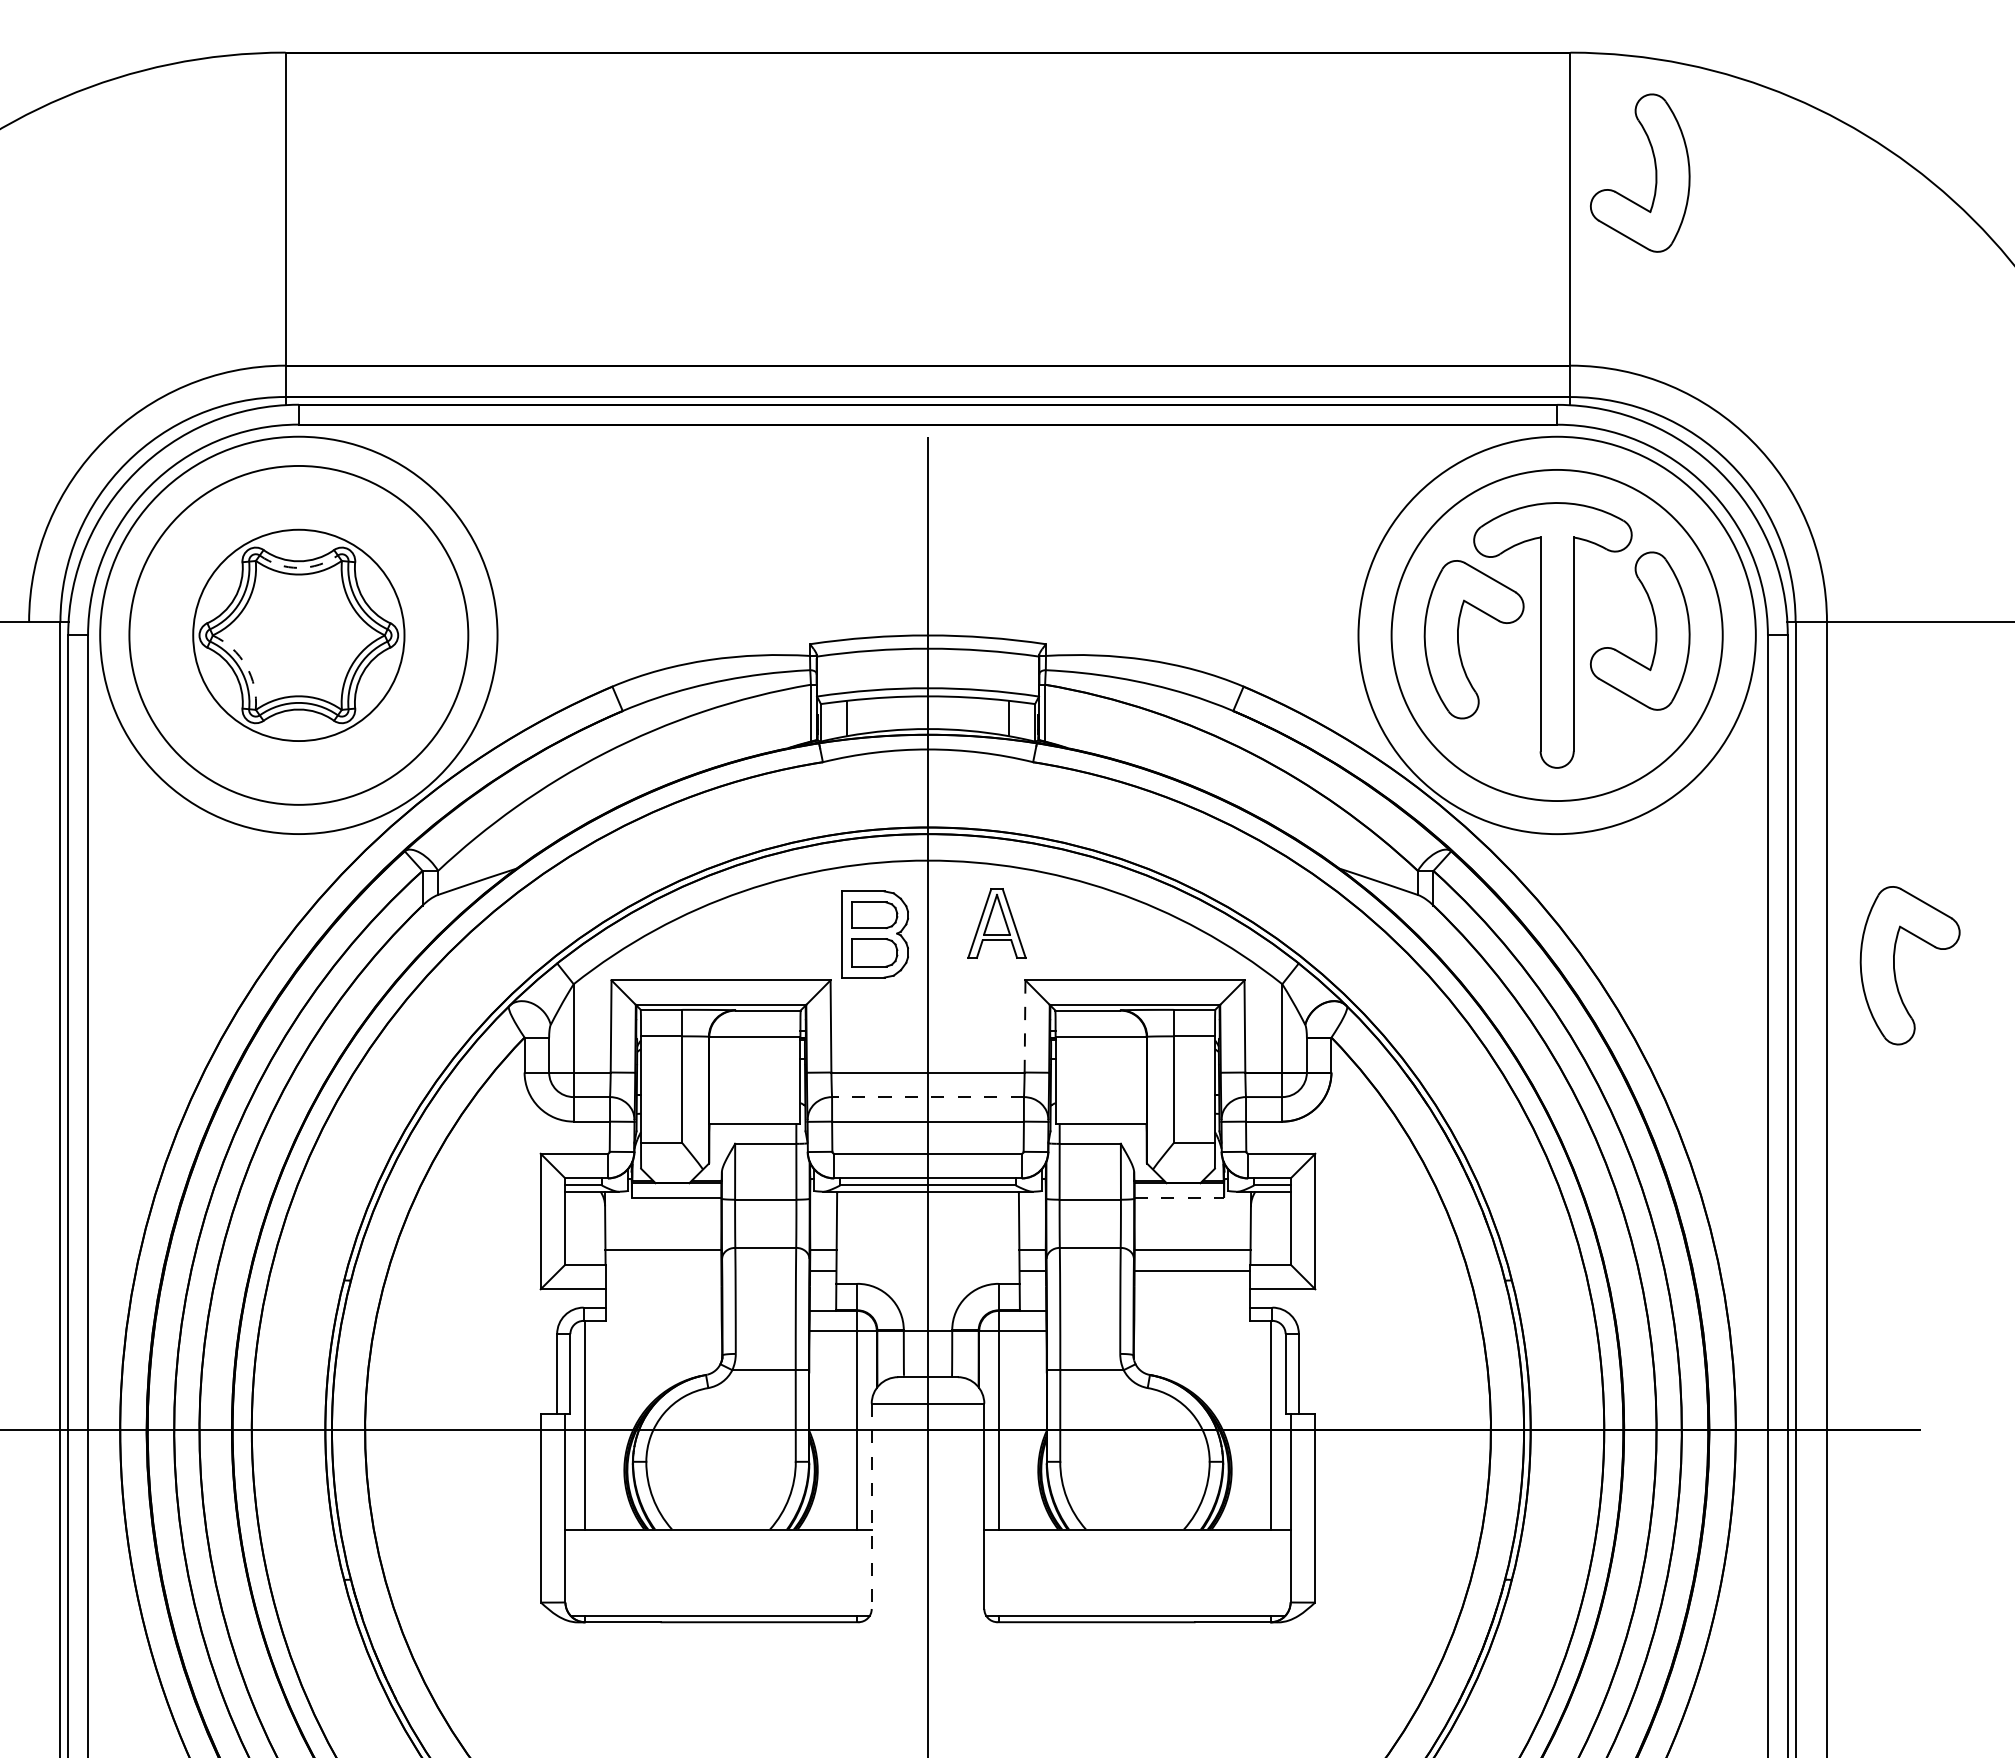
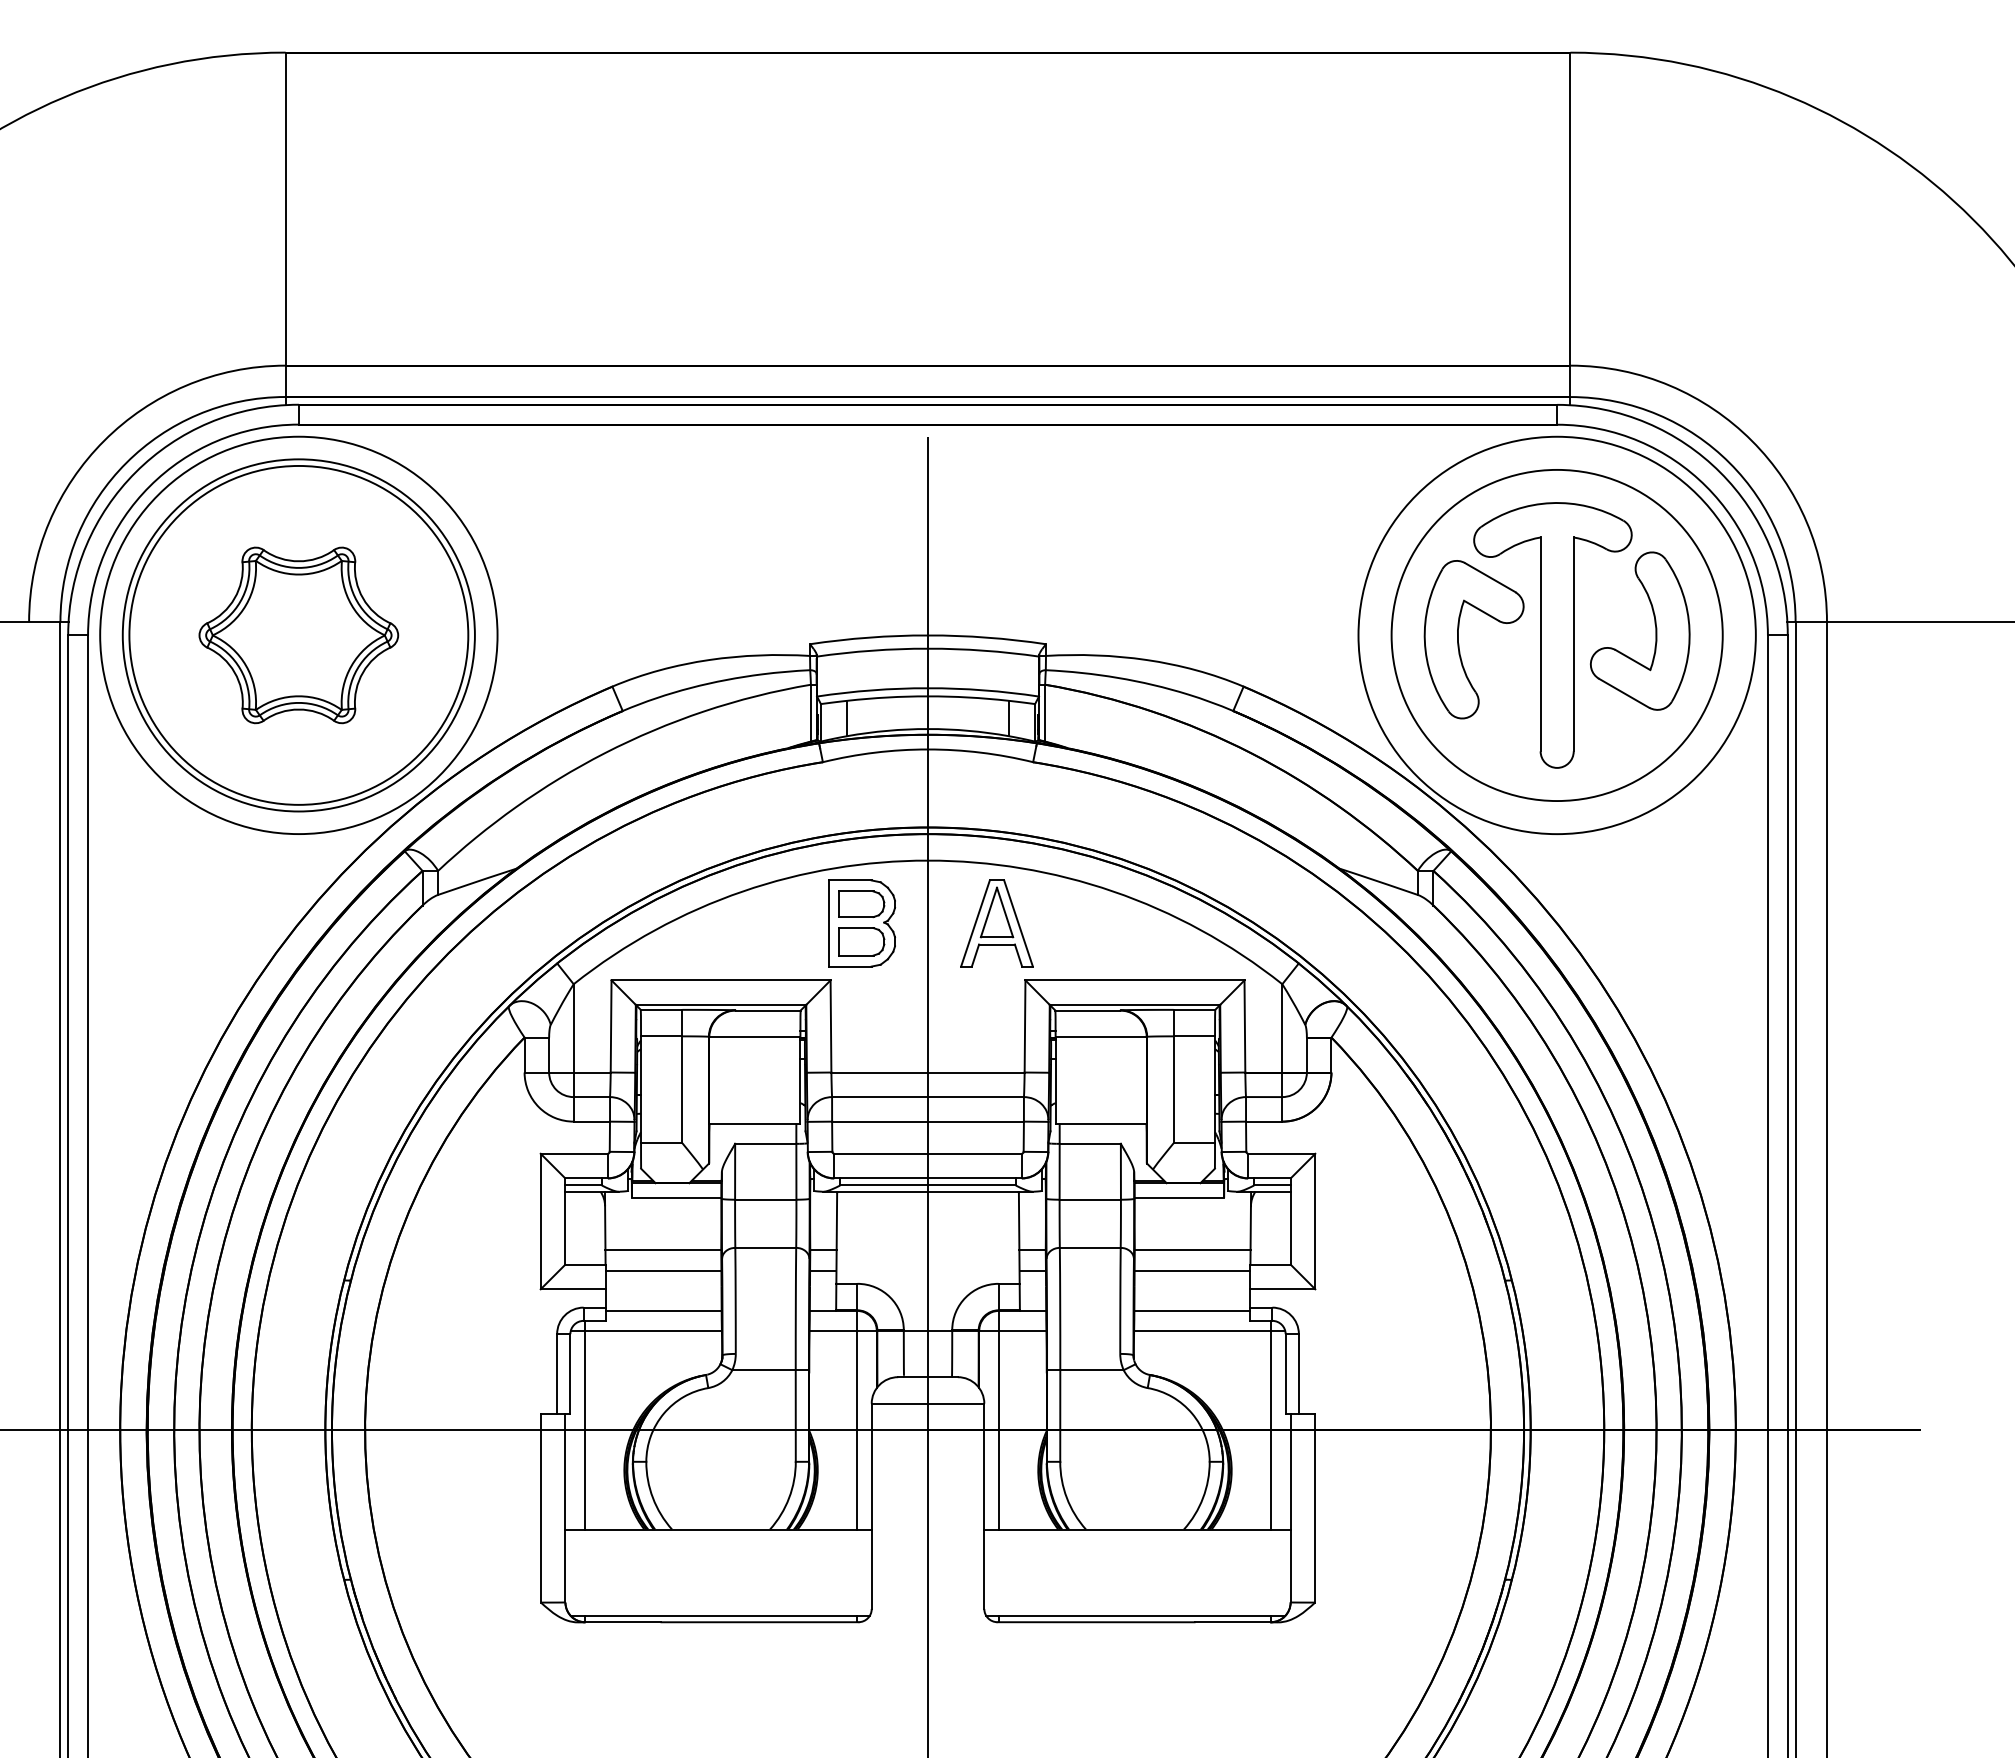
part at (1655, 172): present -> none
arc at (298, 567): dashed -> solid
circle at (298, 635) diameter: 211 px -> 352 px
arc at (246, 665): dashed -> solid
part at (996, 923) size: 60x71 px -> 74x89 px
part at (874, 934) position: (874, 934) -> (861, 923)
part at (1895, 969): present -> none
line at (1025, 1026): dashed -> solid
line at (928, 1097): dashed -> solid
line at (1179, 1197): dashed -> solid
line at (663, 1271): none -> present
line at (663, 1310): none -> present
line at (1192, 1310): none -> present
line at (645, 1330): none -> present
line at (1209, 1330): none -> present
line at (871, 1506): dashed -> solid
